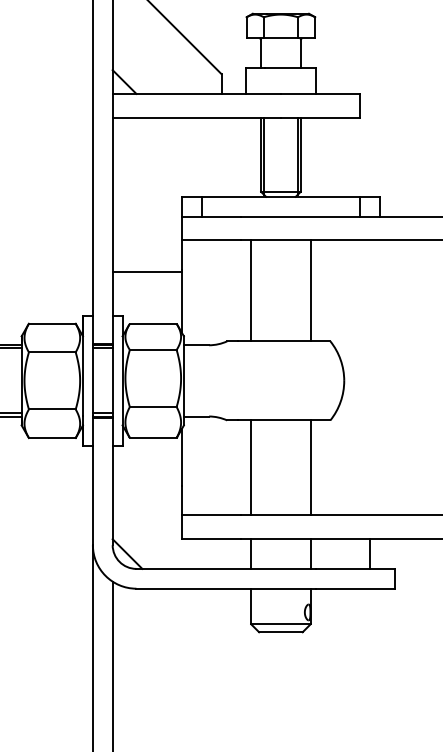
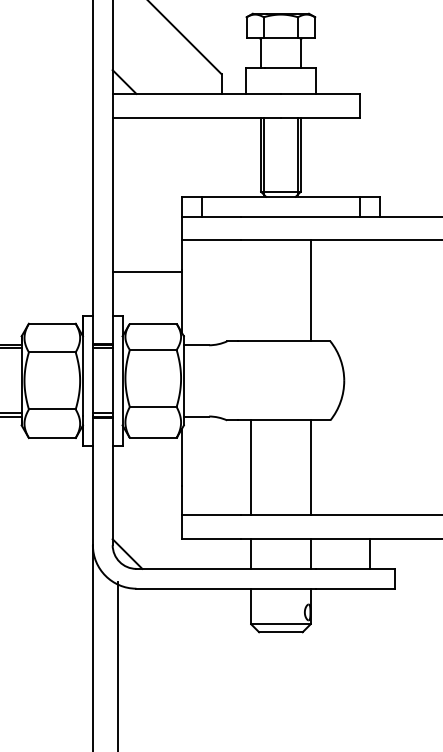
line at (251, 290): present -> none
line at (112, 664) position: (112, 664) -> (117, 664)
